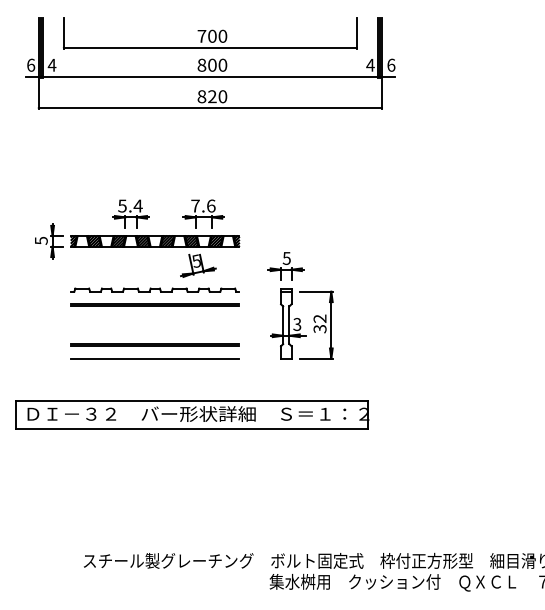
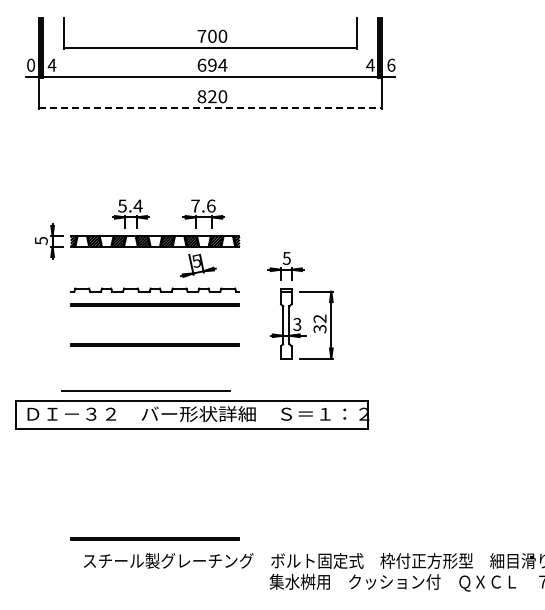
text at (31, 64): 6 -> 0
text at (212, 64): 800 -> 694
line at (210, 107): solid -> dashed
line at (154, 358) position: (154, 358) -> (145, 390)
line at (154, 538): none -> present
